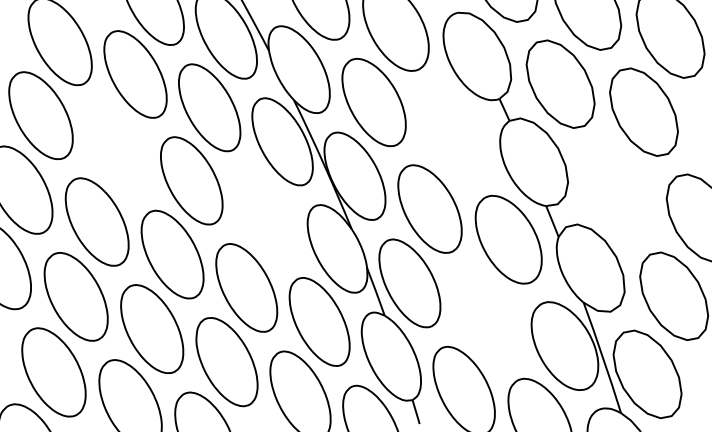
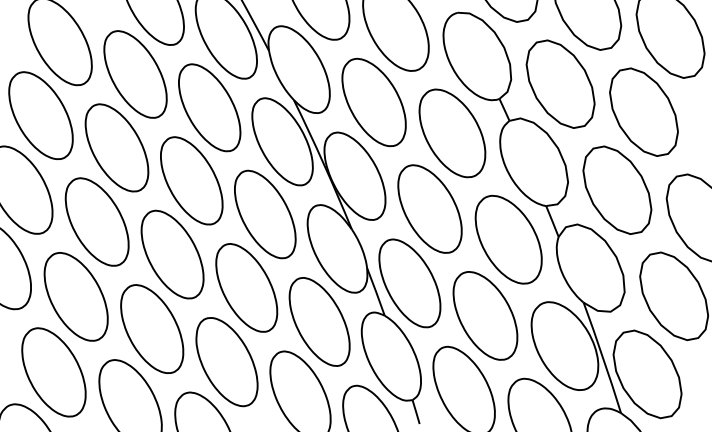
part at (452, 133): none -> present
part at (116, 147): none -> present
part at (617, 189): none -> present
part at (265, 214): none -> present
part at (485, 315): none -> present
